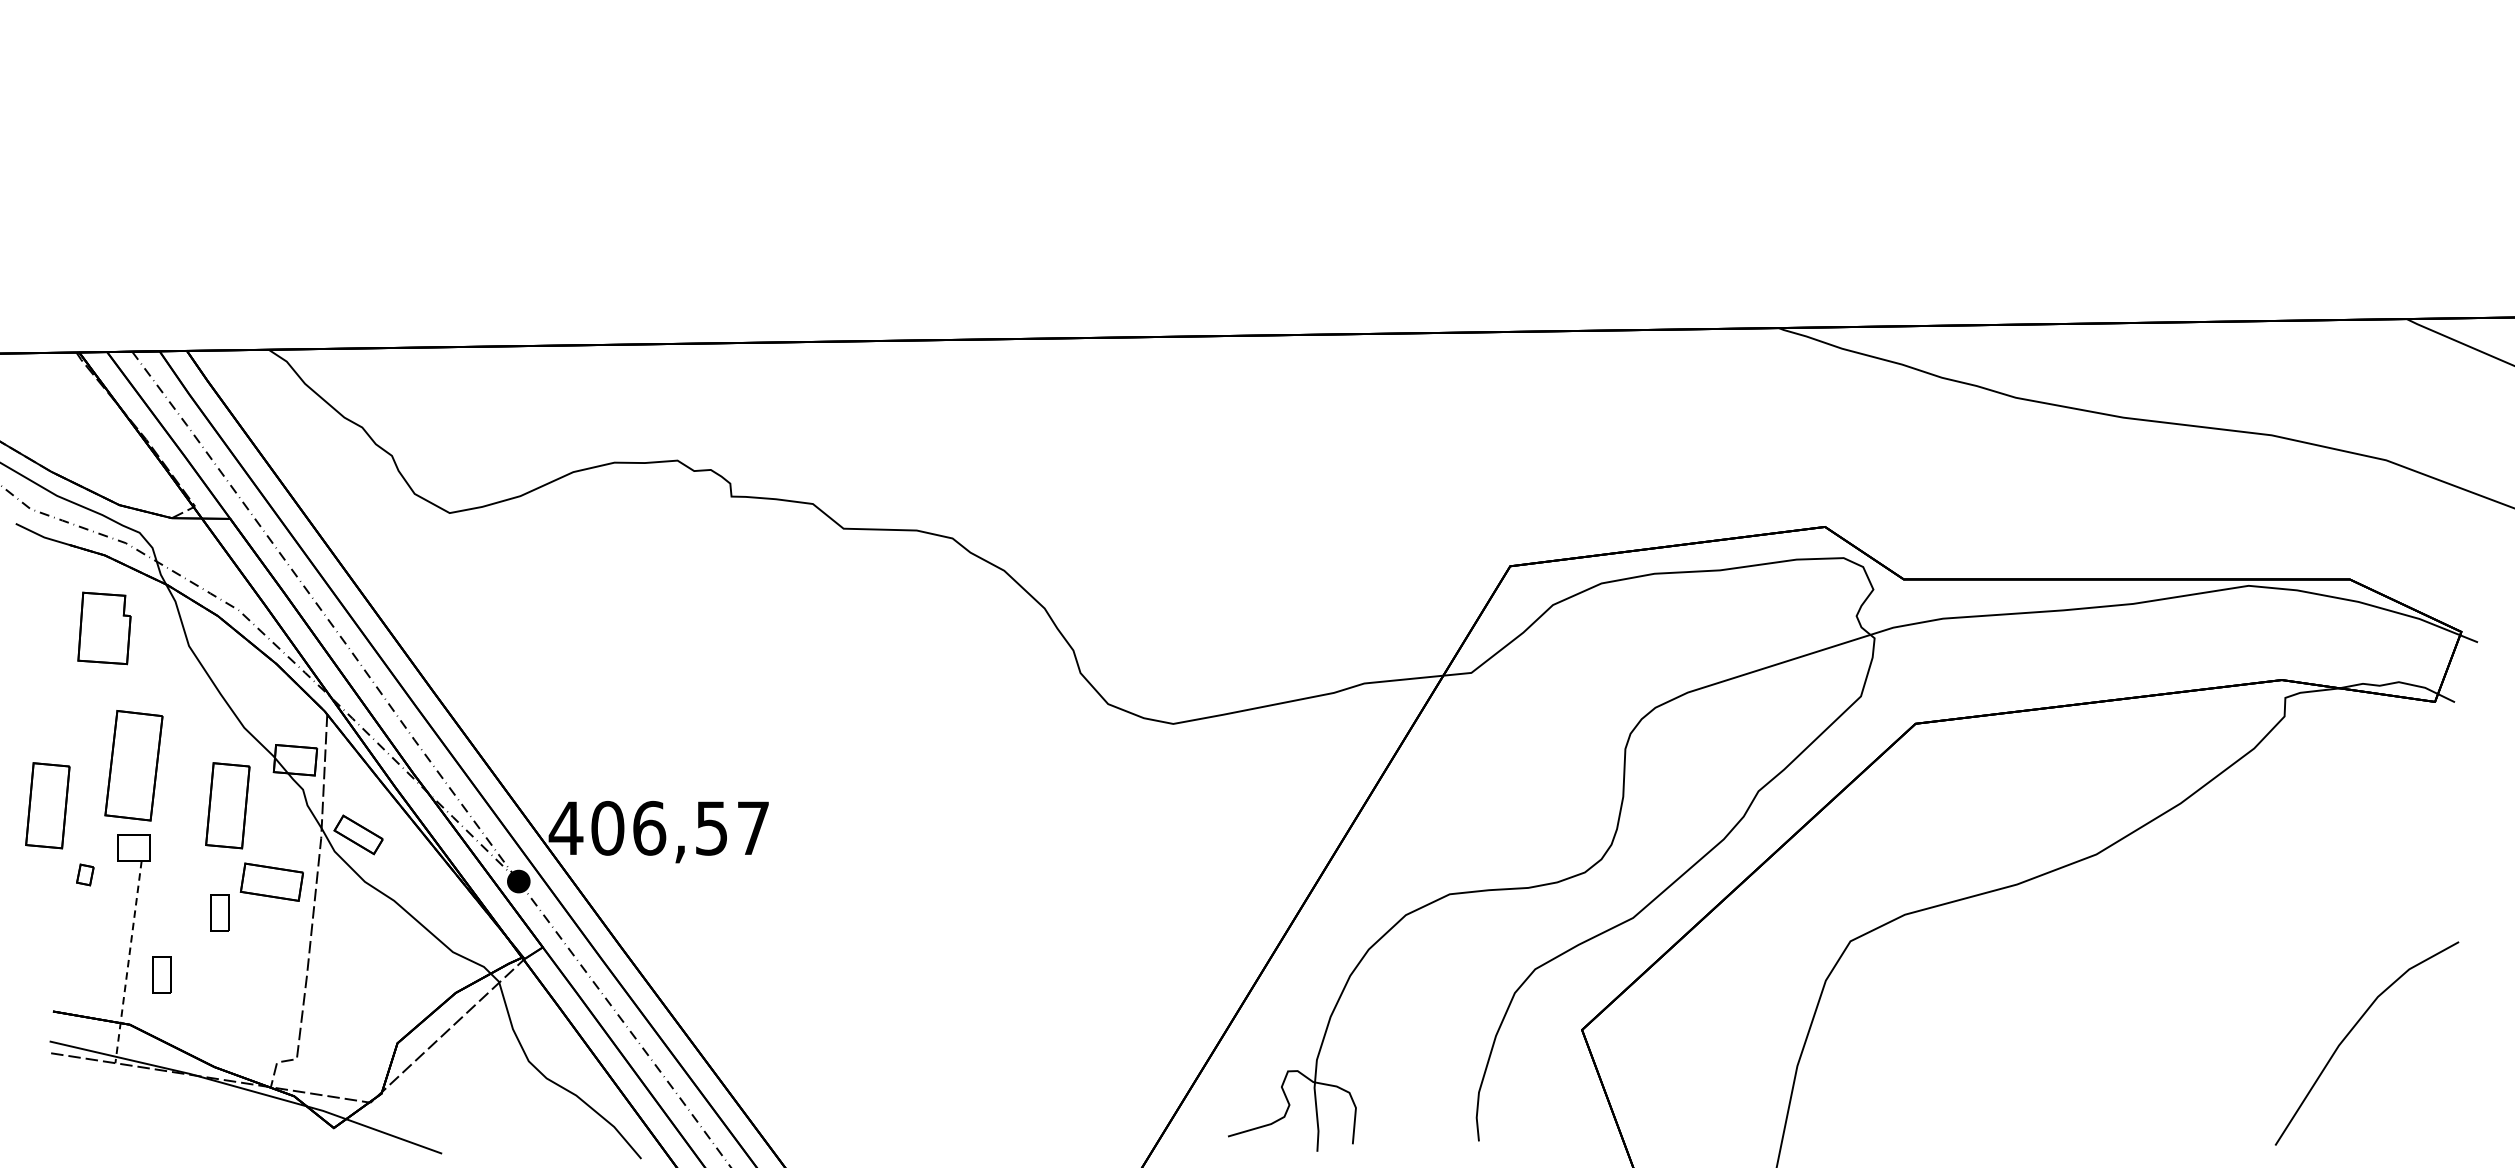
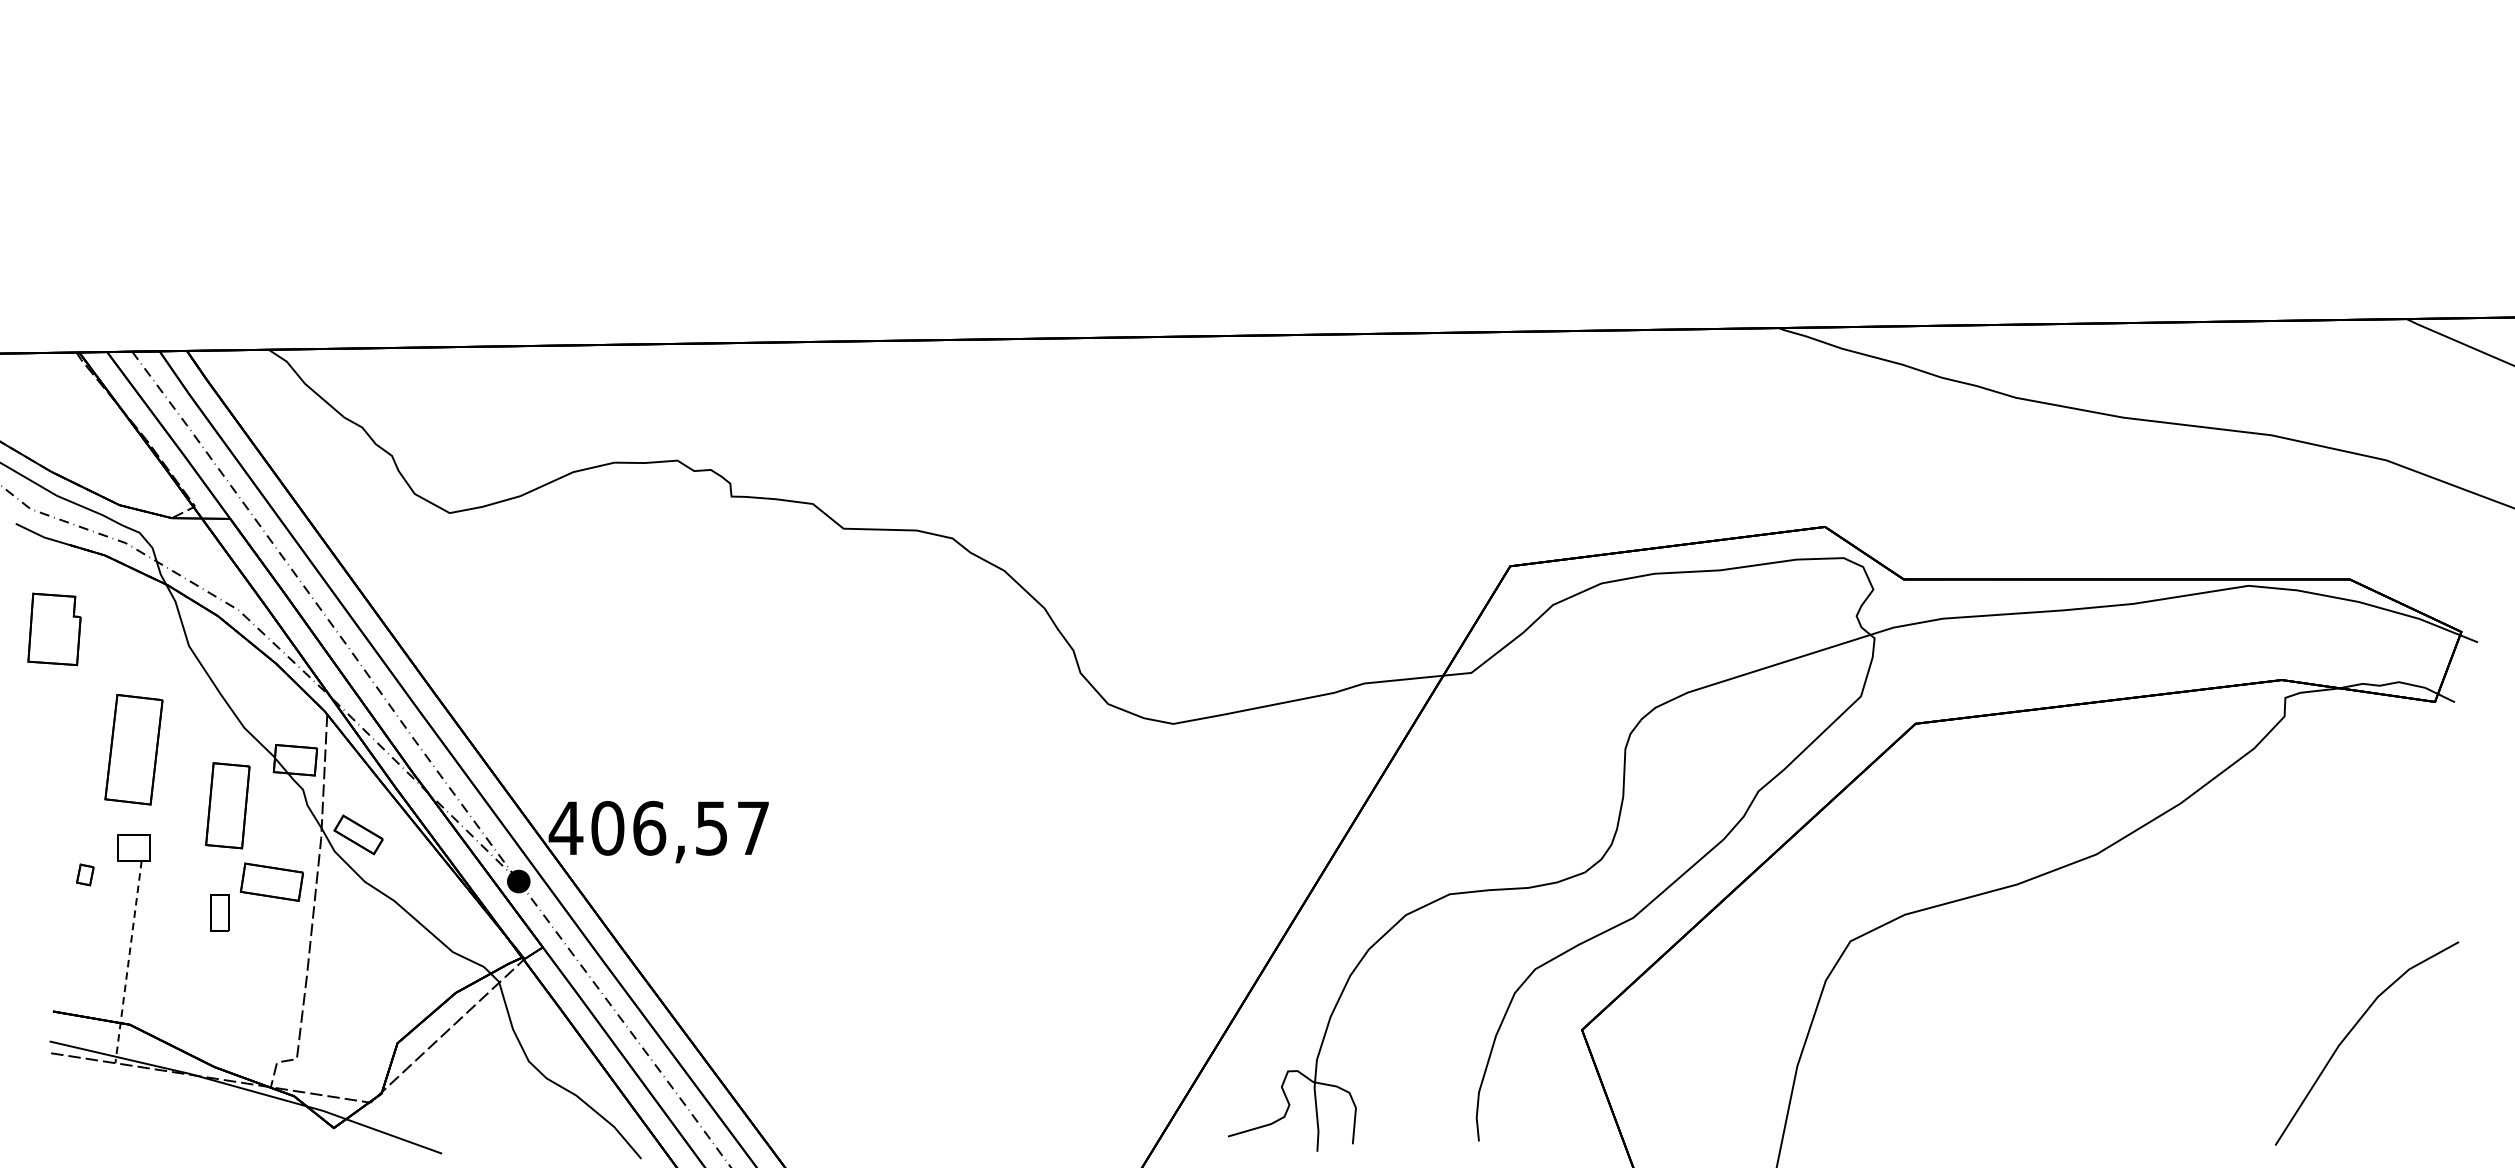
part at (104, 628) position: (104, 628) -> (54, 629)
part at (133, 765) position: (133, 765) -> (133, 749)
part at (47, 805): present -> none
part at (161, 974): present -> none
